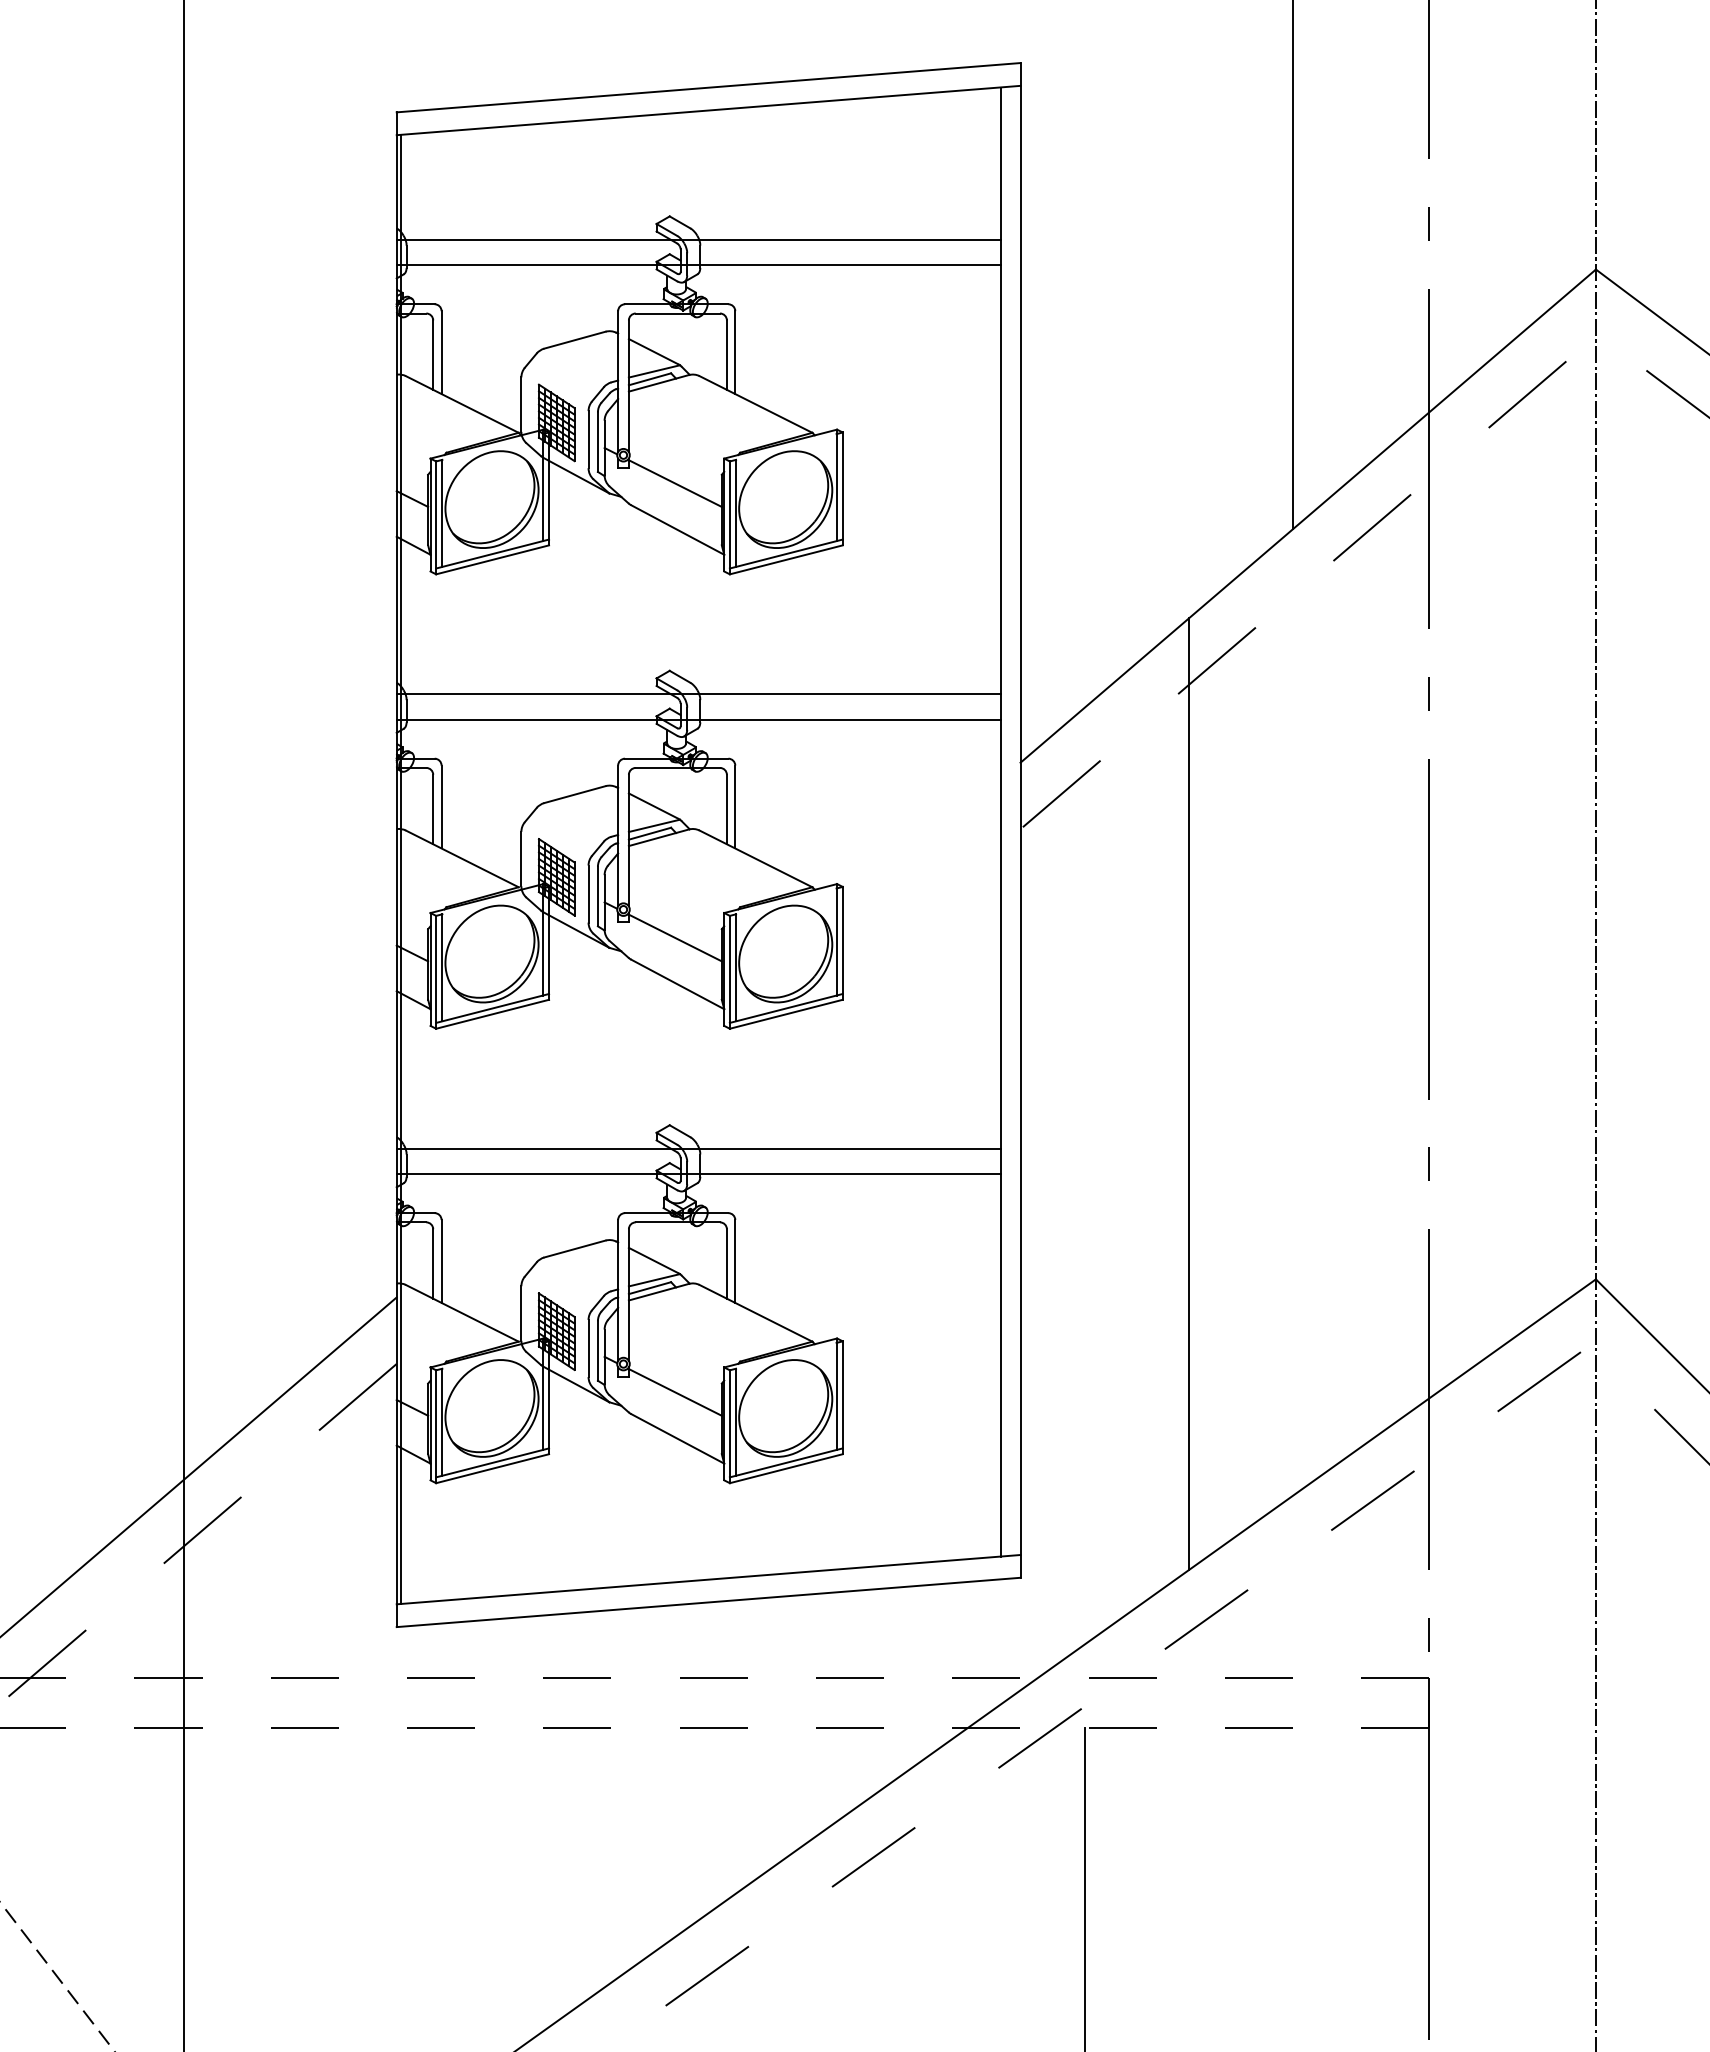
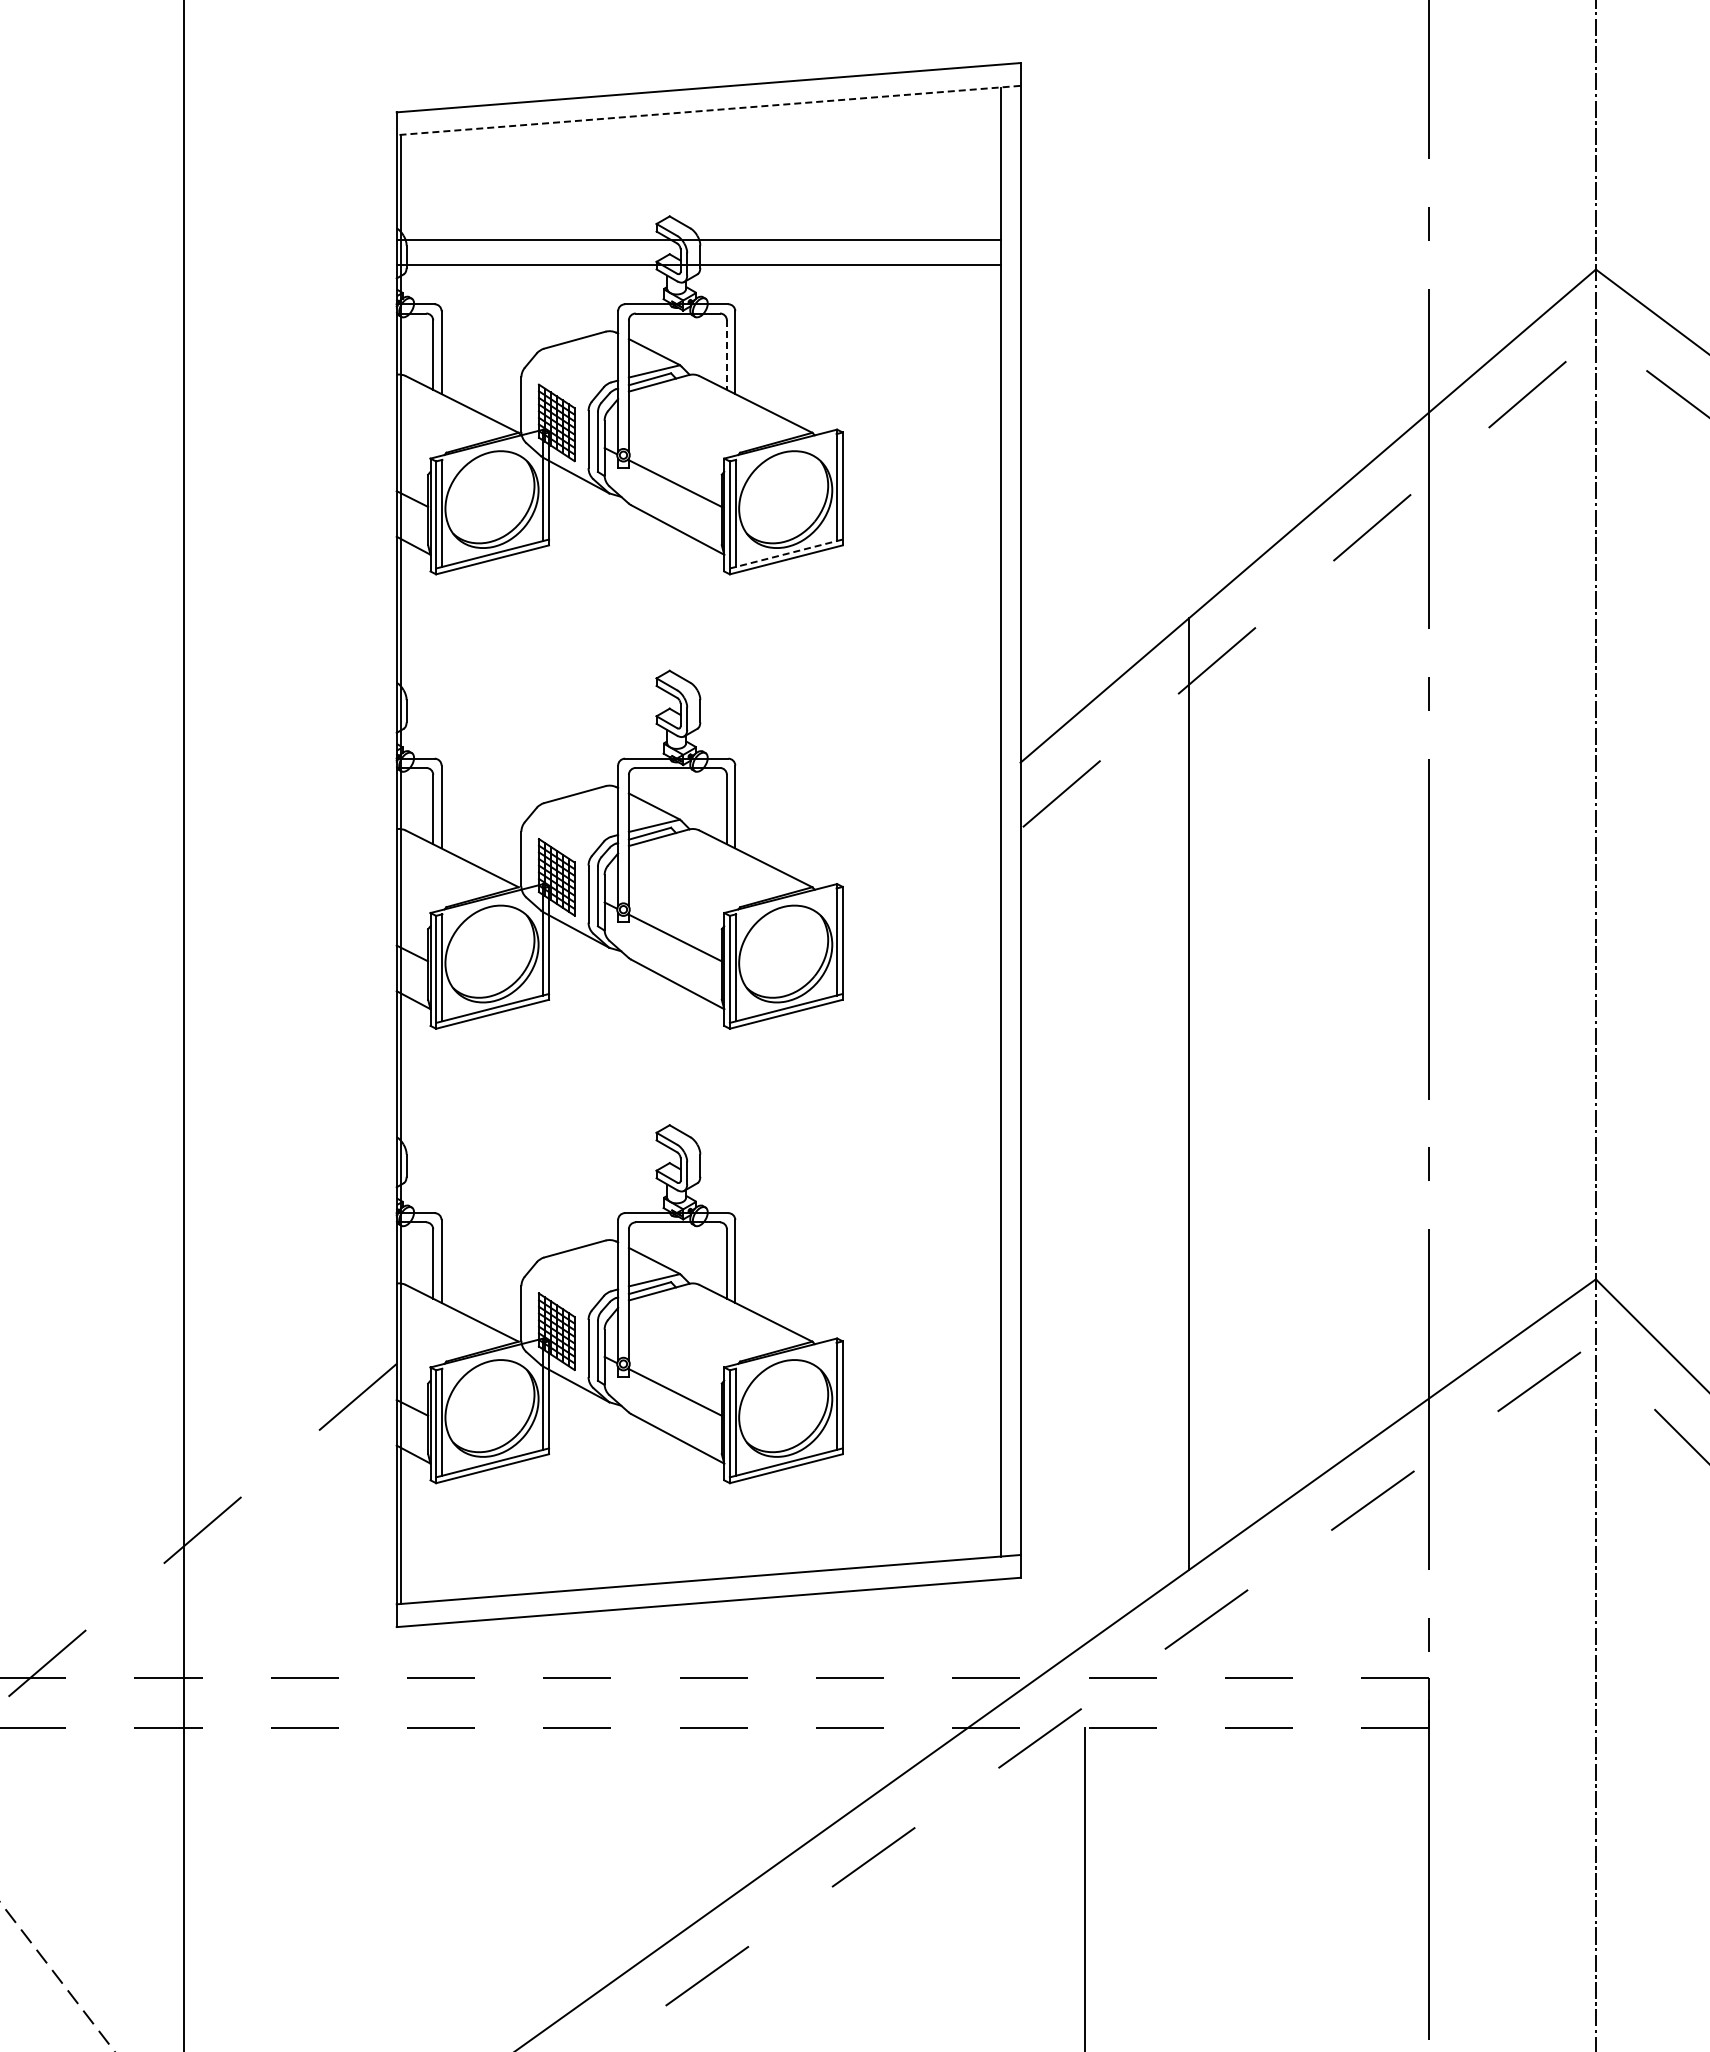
line at (708, 110): solid -> dashed
line at (1293, 265): present -> none
line at (726, 355): solid -> dashed
line at (785, 554): solid -> dashed
line at (698, 694): present -> none
line at (698, 719): present -> none
line at (698, 1148): present -> none
line at (698, 1174): present -> none
line at (199, 1466): present -> none
